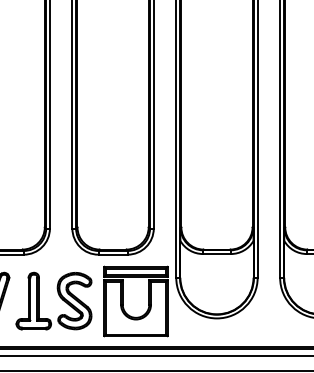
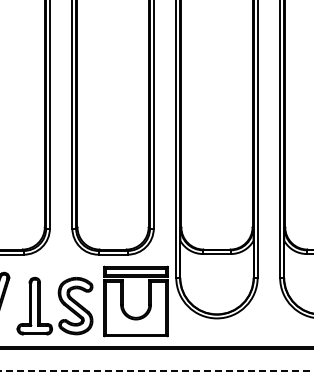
part at (59, 297) position: (59, 297) -> (60, 302)
line at (156, 355): present -> none
line at (157, 371): solid -> dashed
